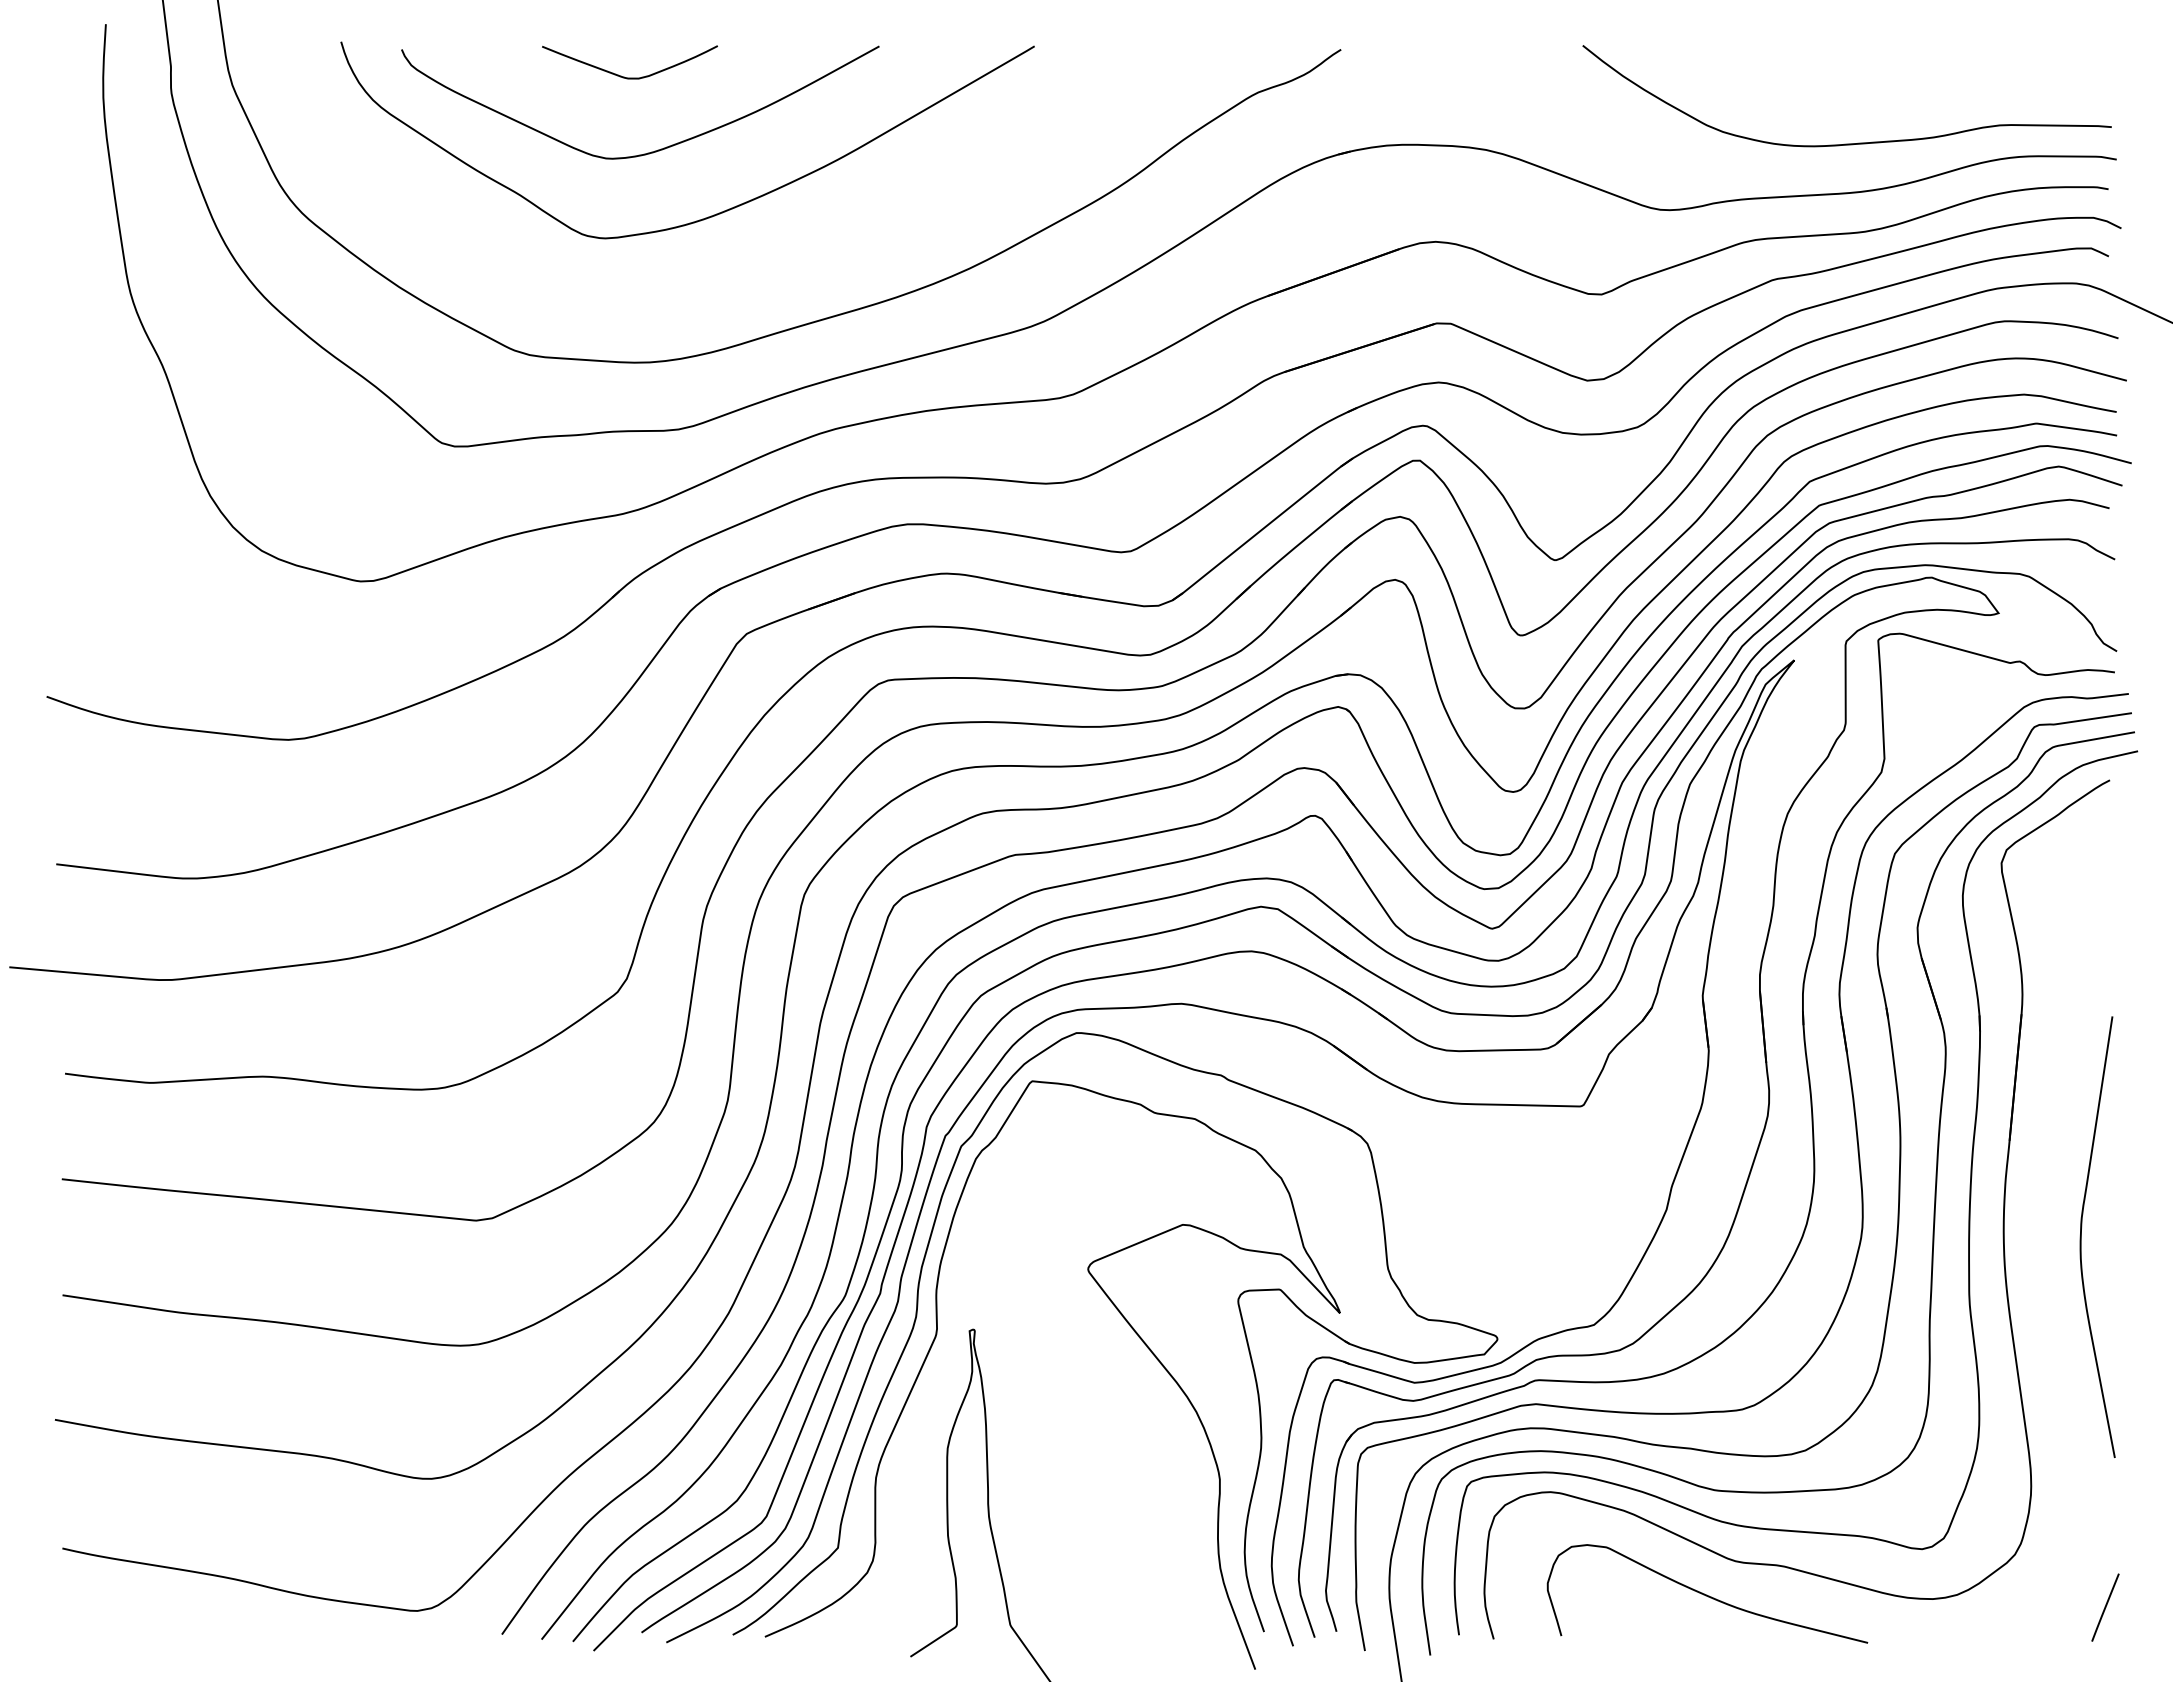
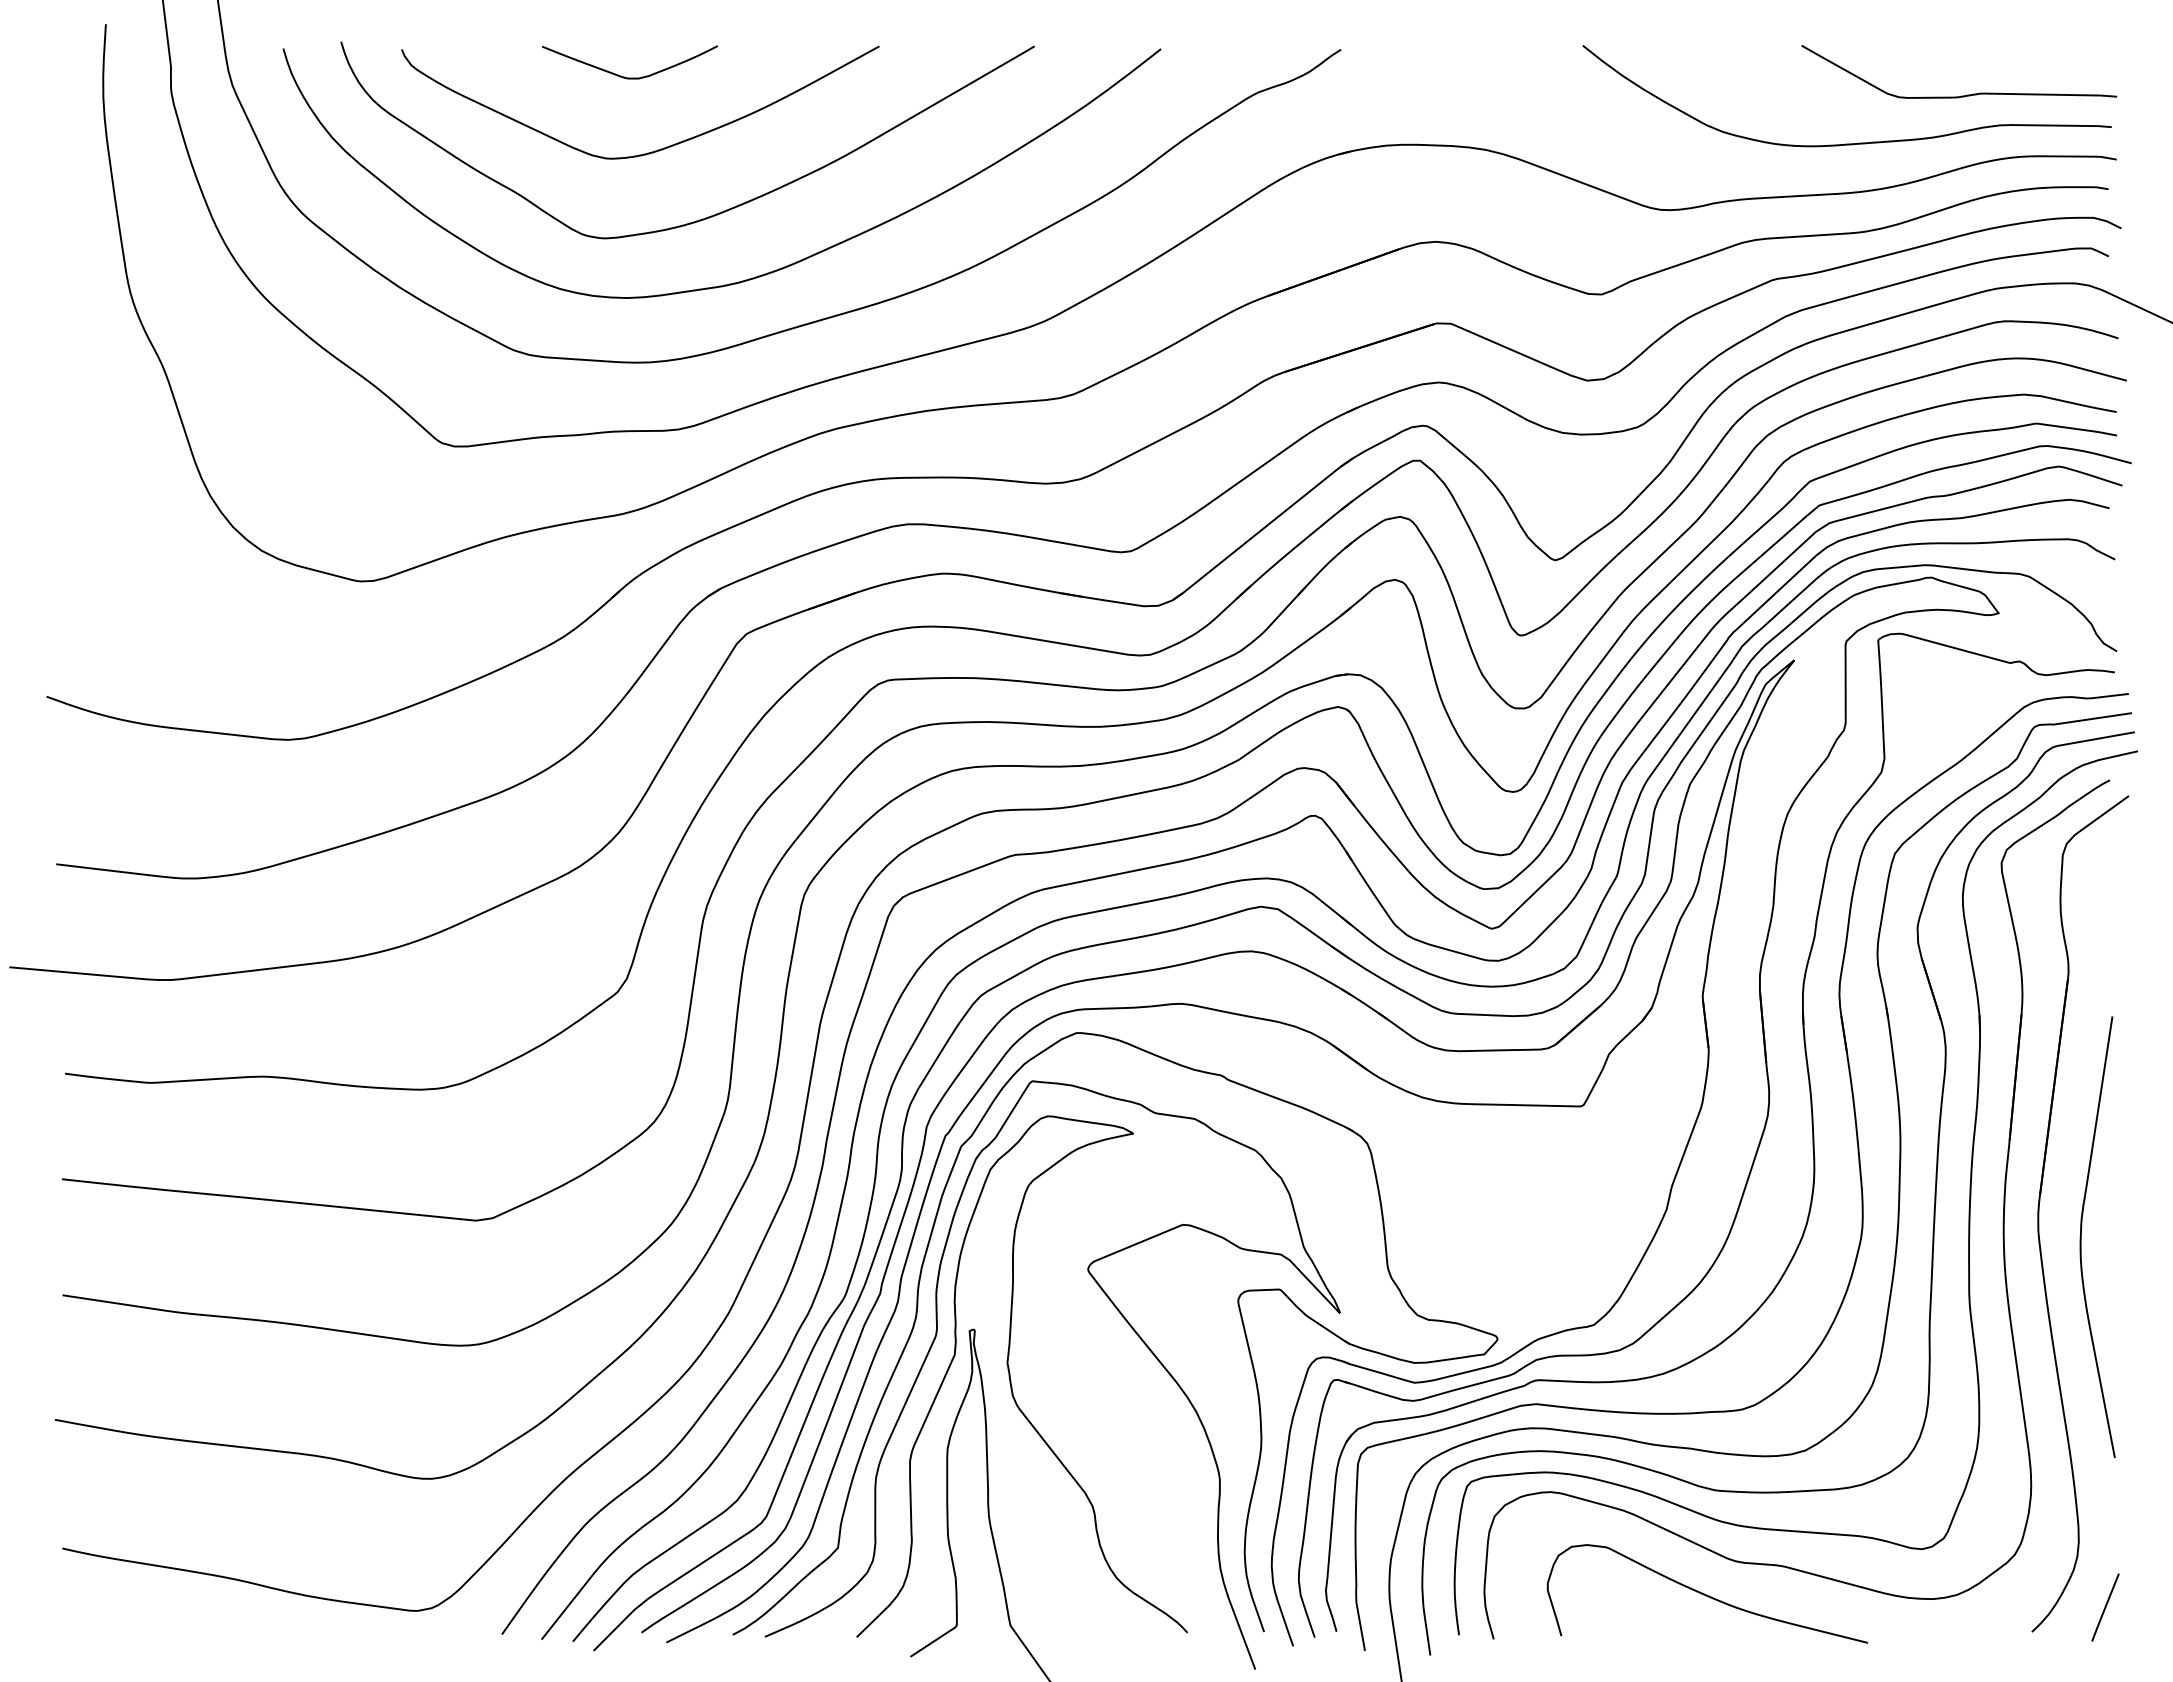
curve at (1961, 95): none -> present
curve at (748, 278): none -> present
part at (2039, 1213): none -> present
curve at (1011, 1380): none -> present
